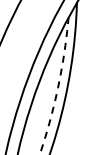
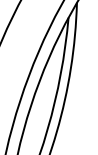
arc at (58, 87): dashed -> solid
